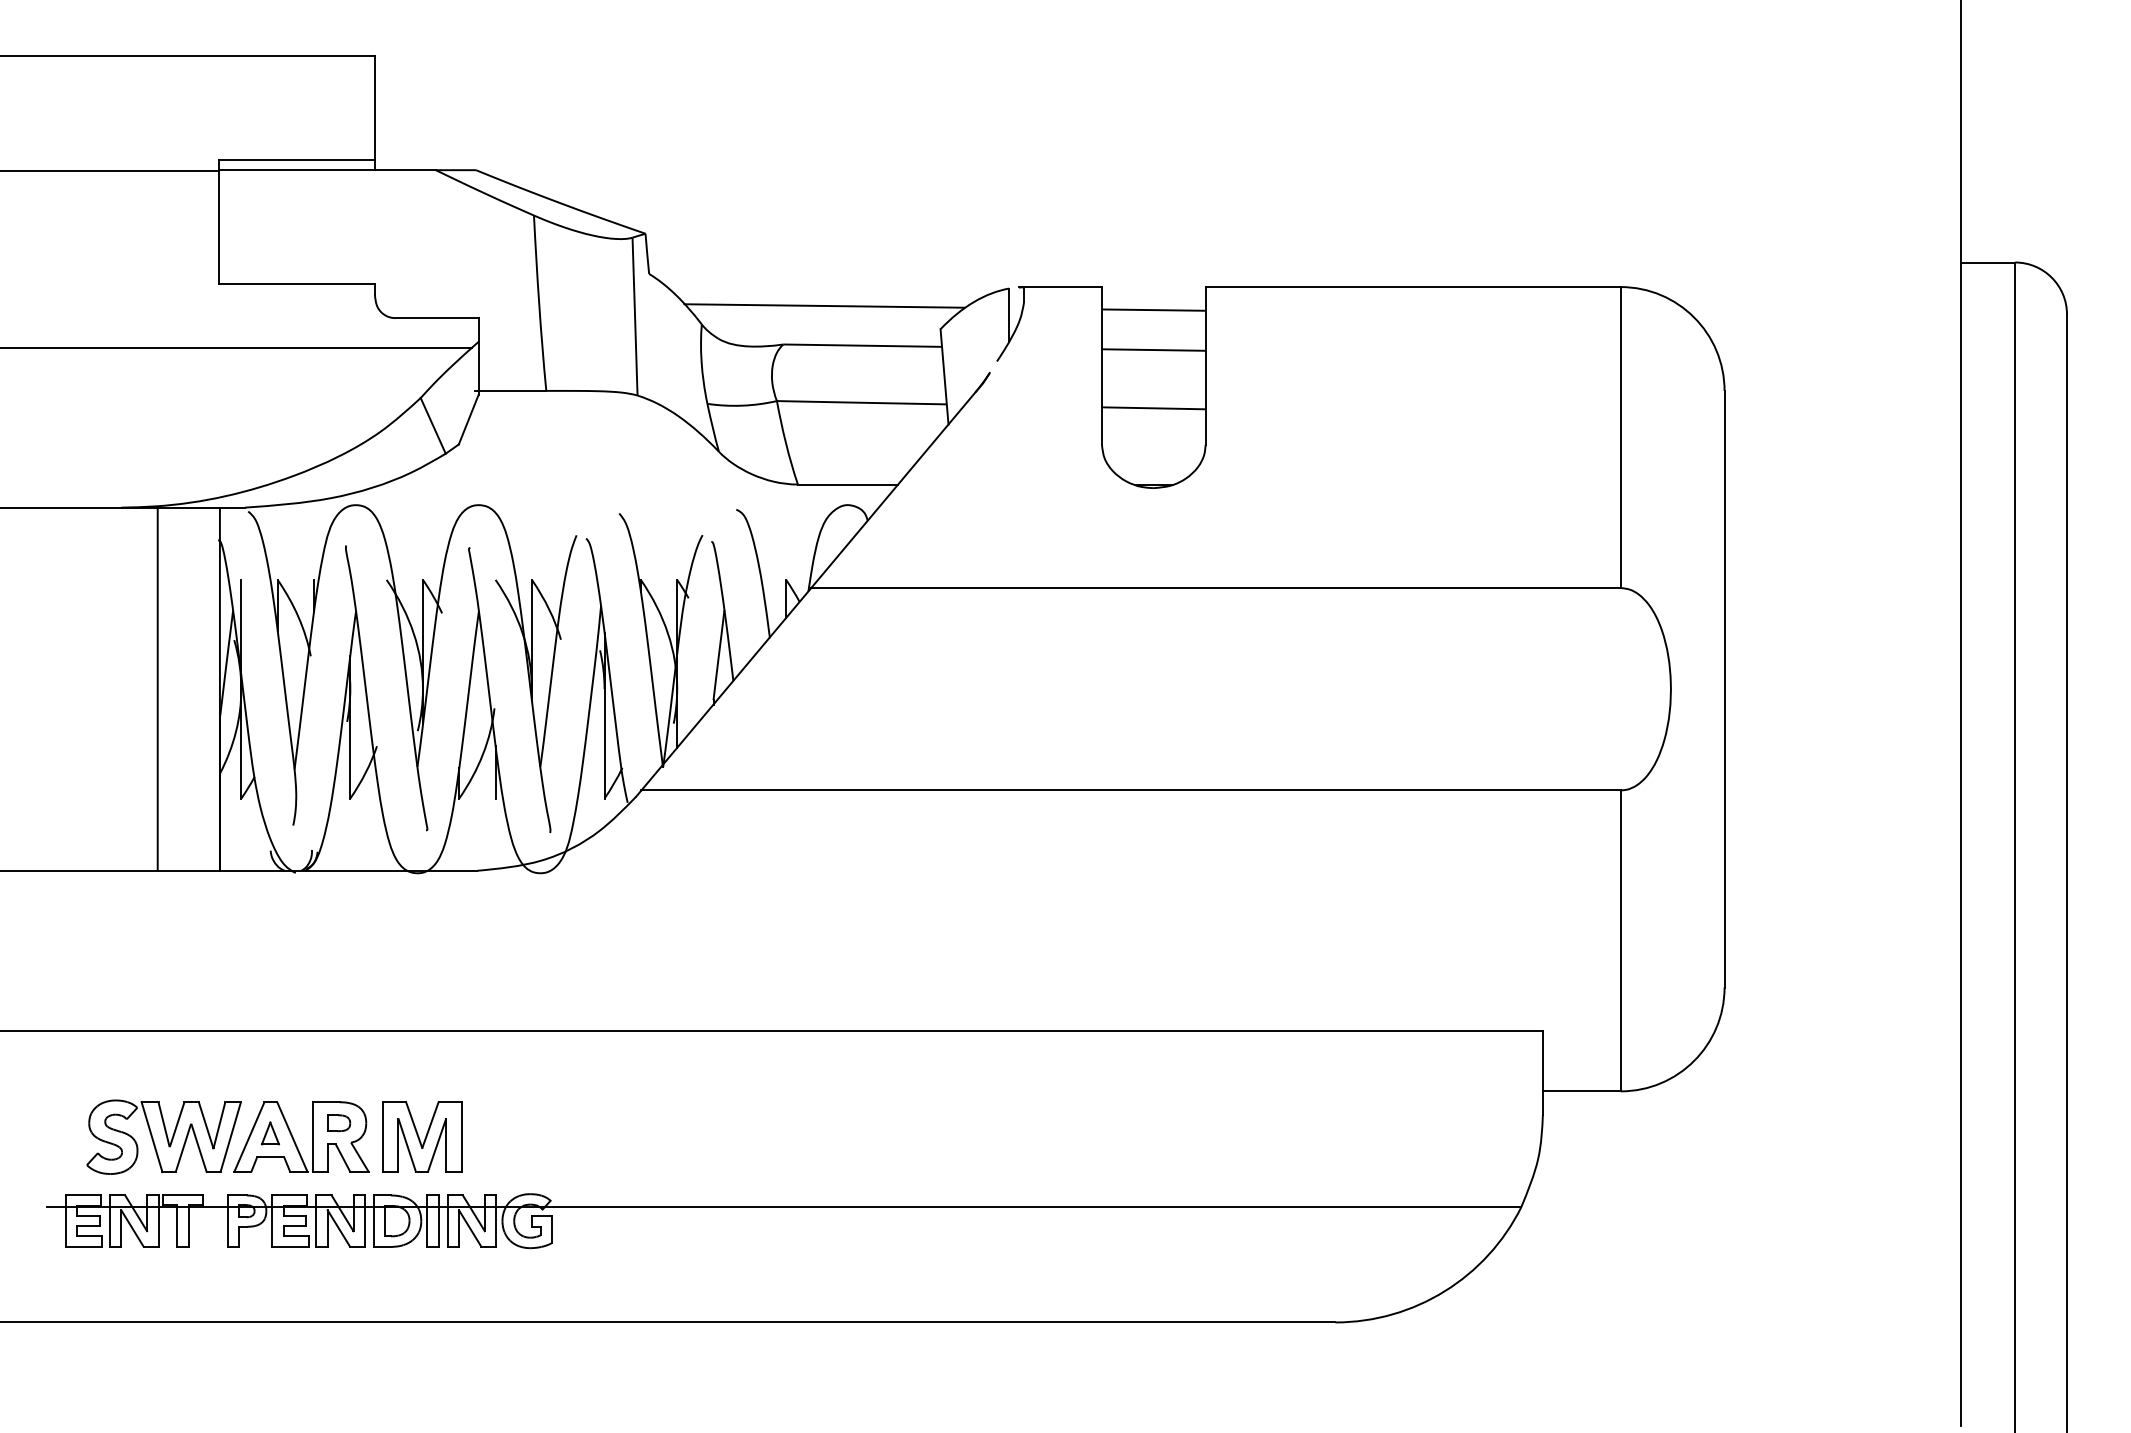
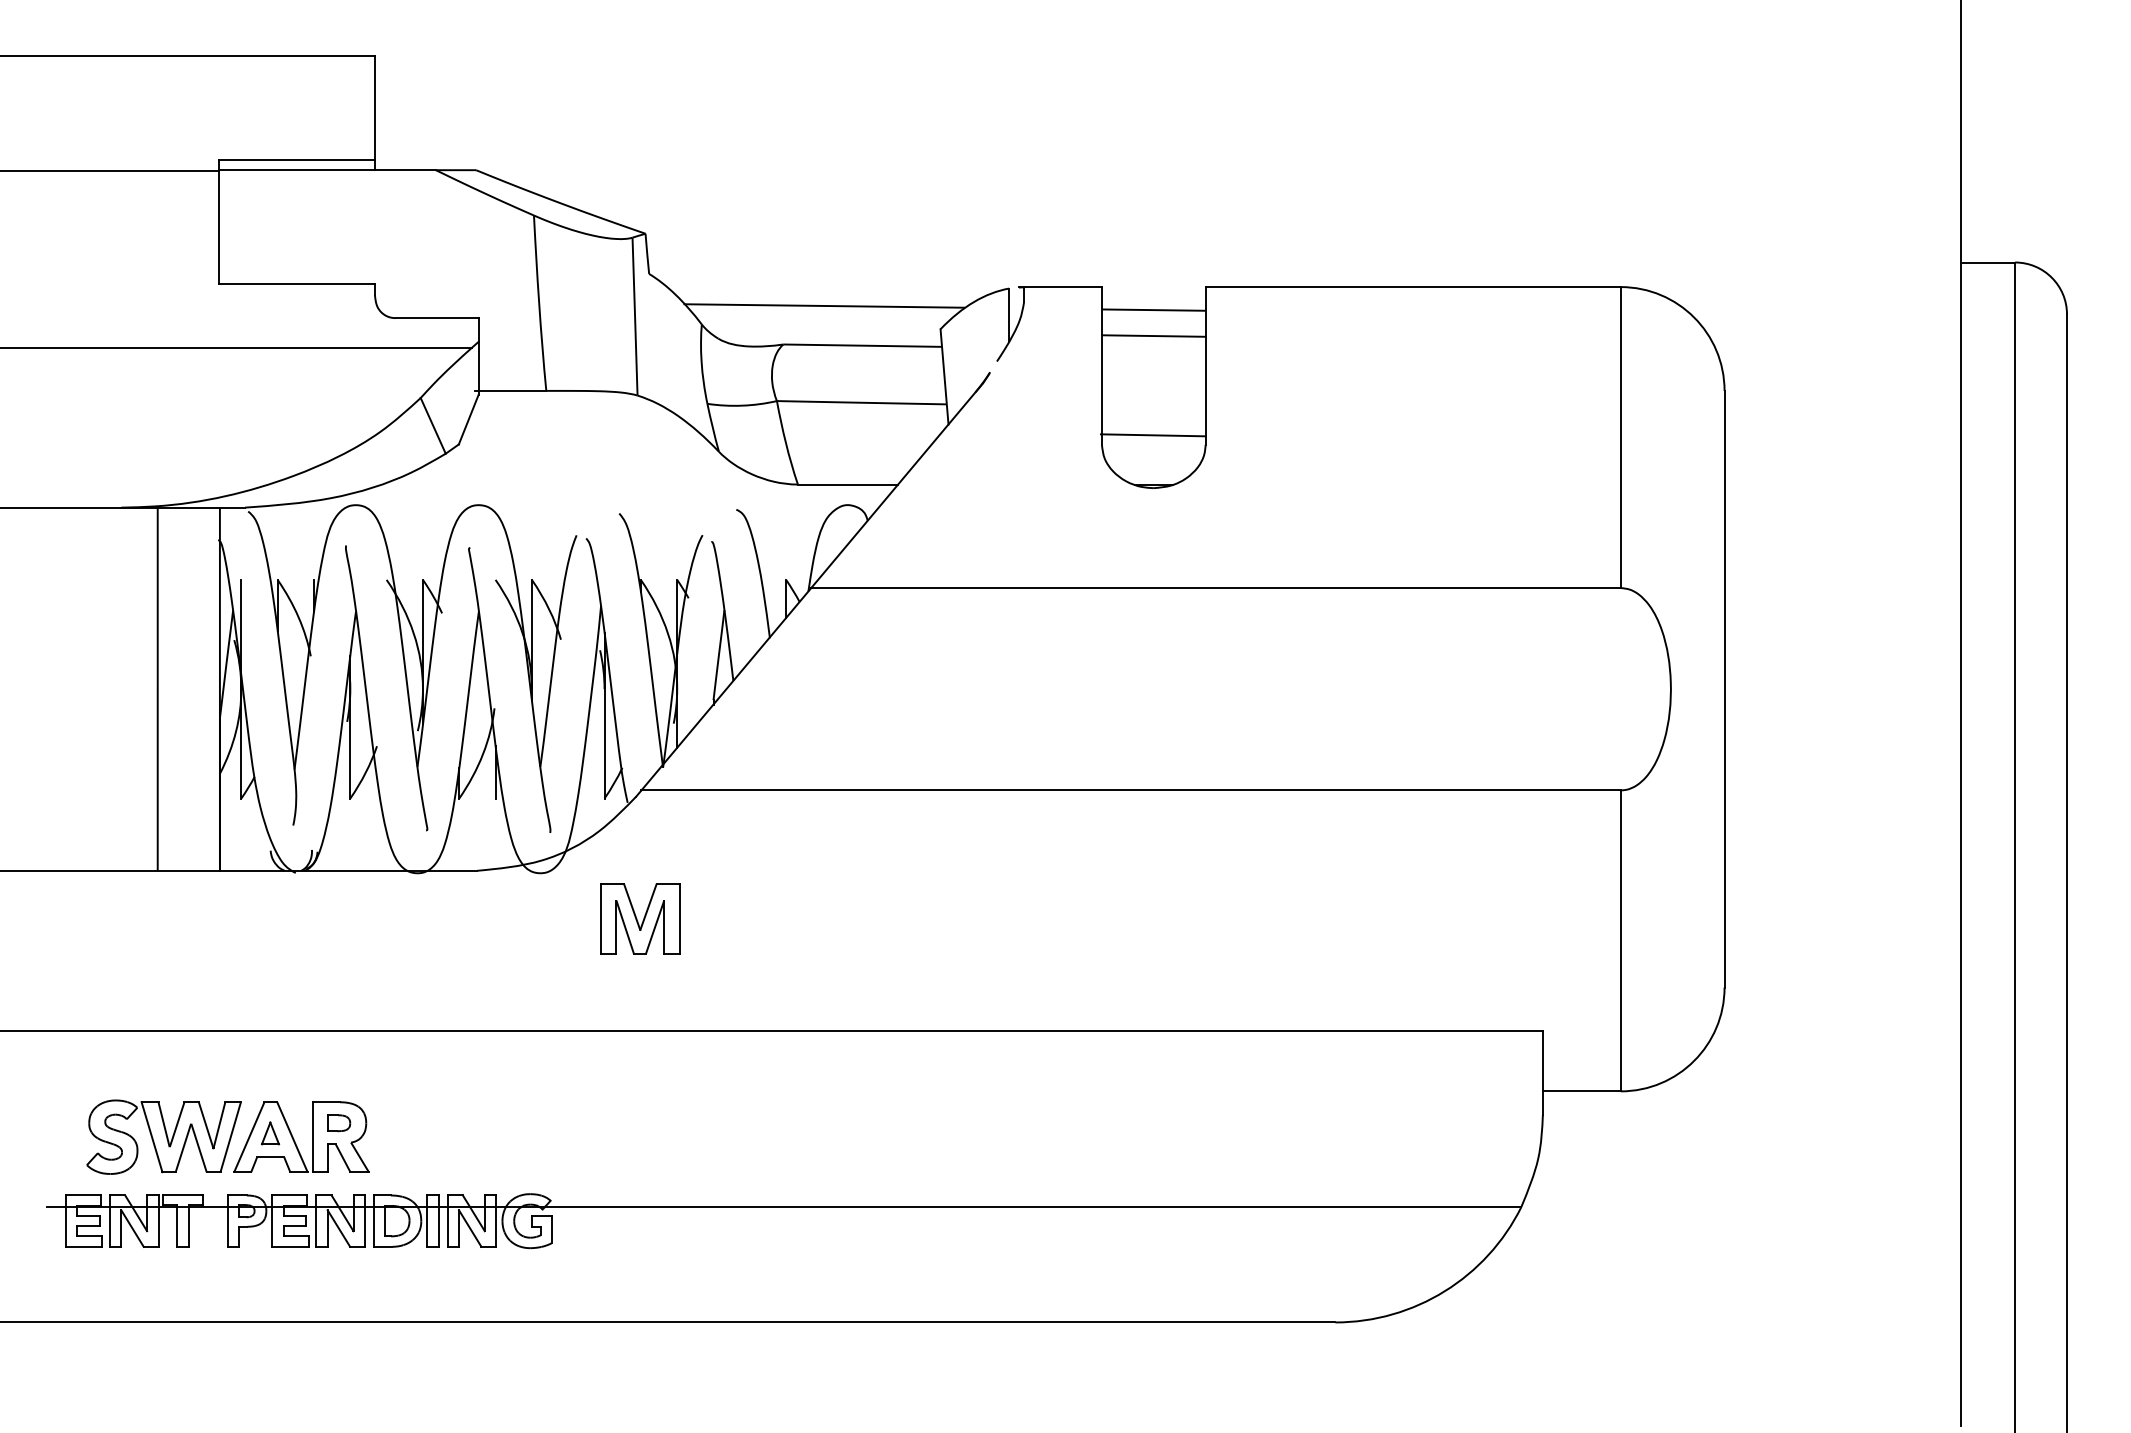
line at (1153, 349) position: (1153, 349) -> (1153, 335)
line at (1153, 408) position: (1153, 408) -> (1152, 435)
part at (422, 1136) position: (422, 1136) -> (640, 918)
